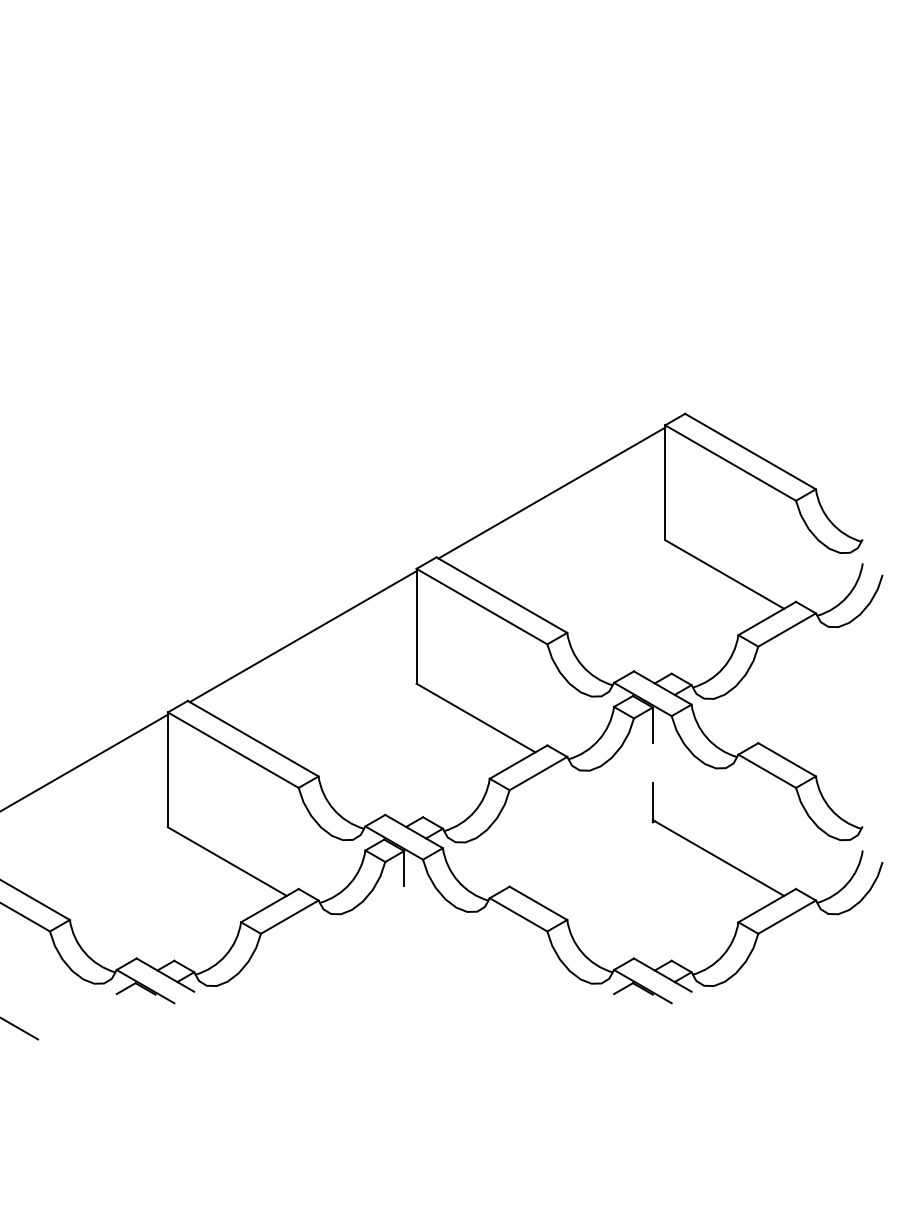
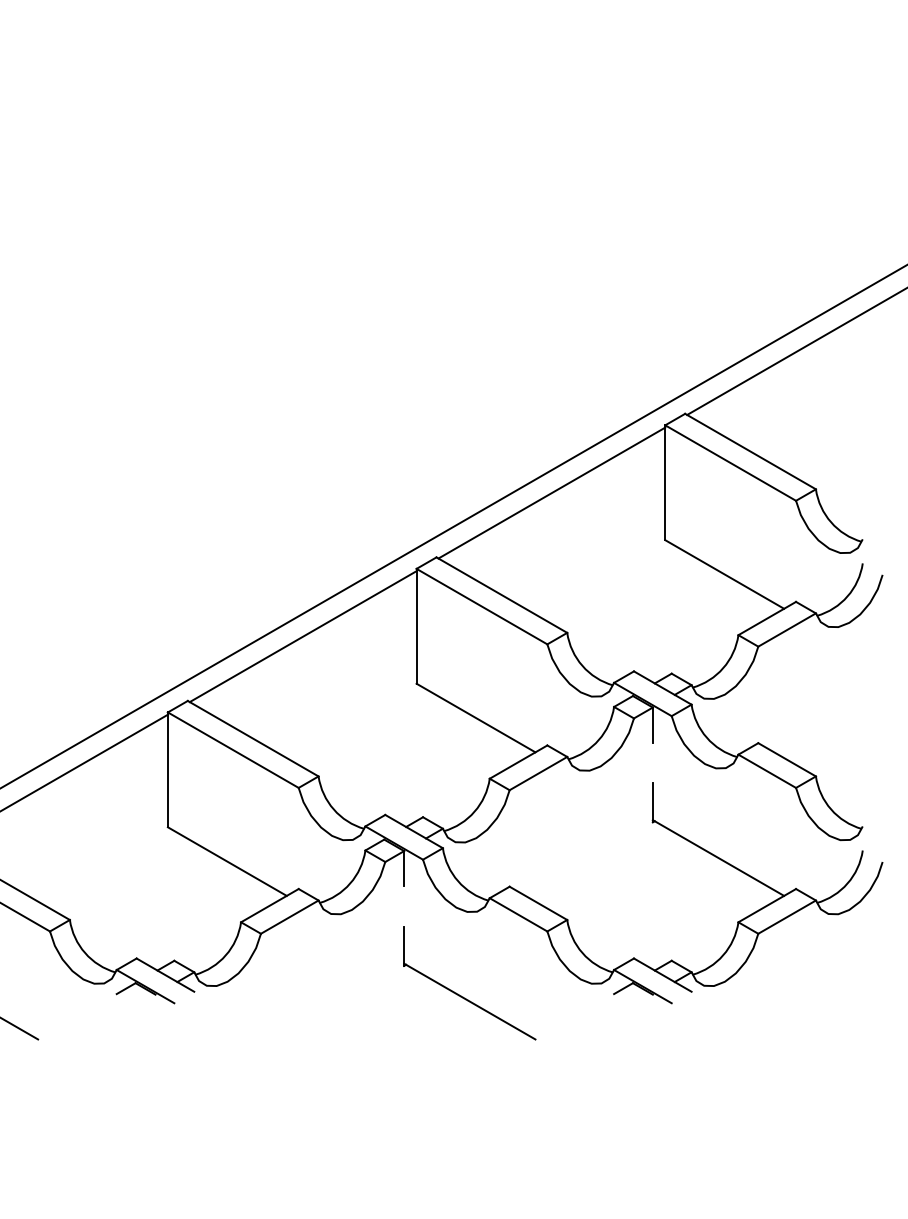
line at (795, 351): none -> present
line at (453, 526): none -> present
part at (463, 996): none -> present
